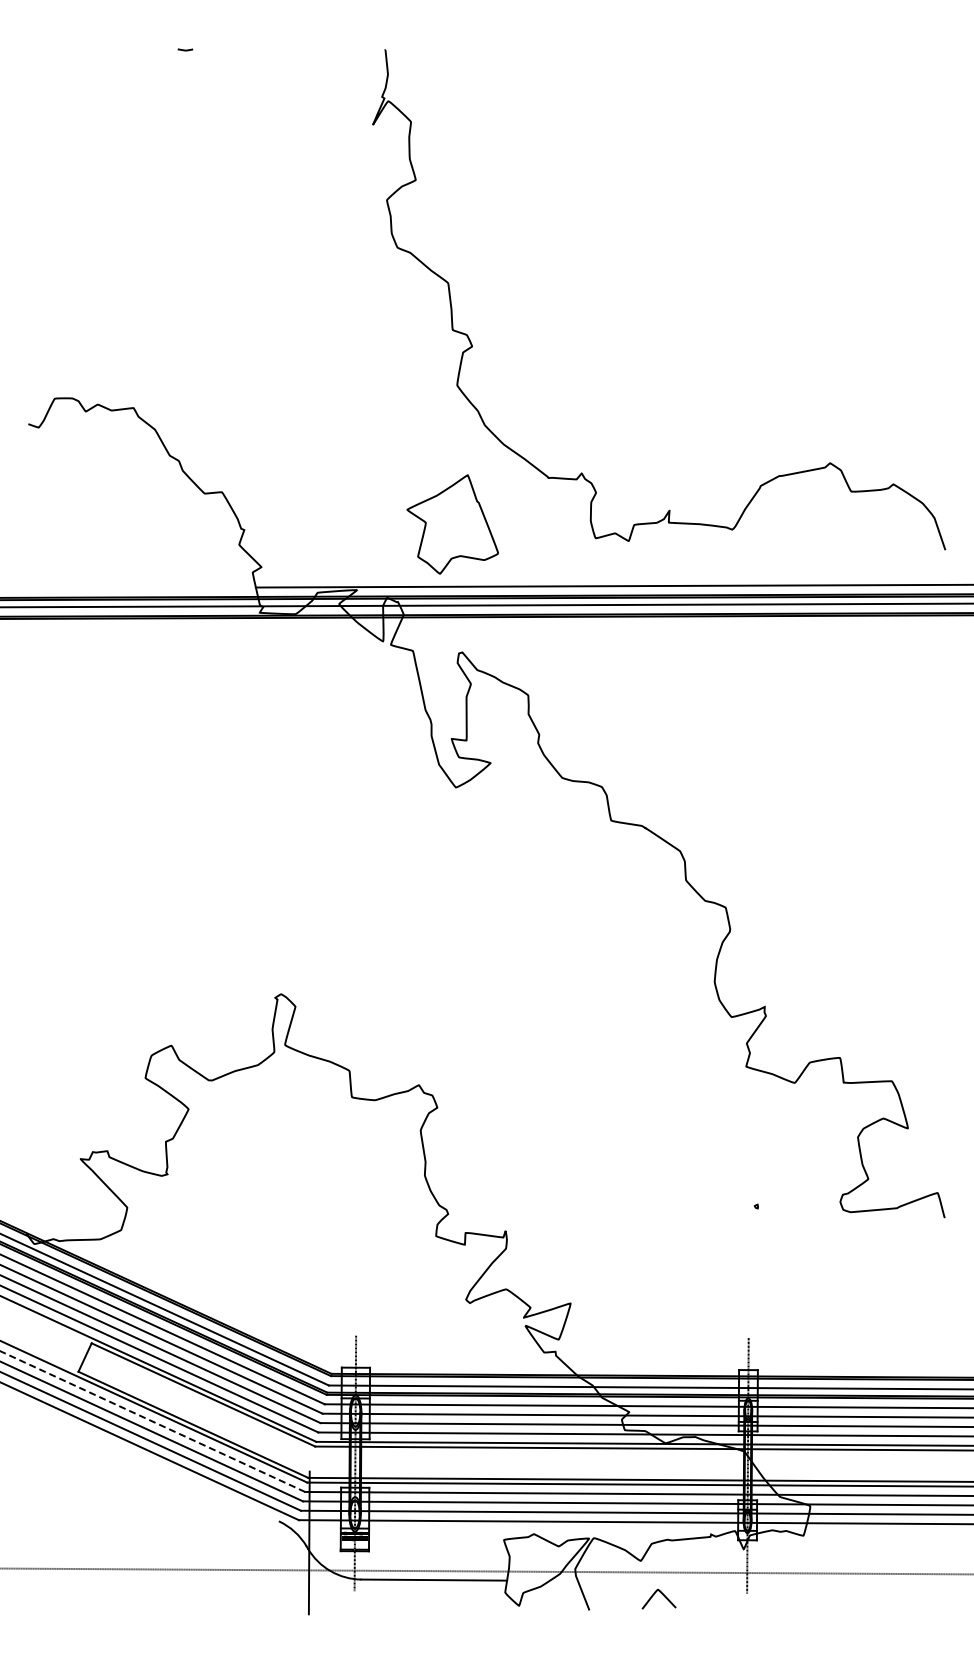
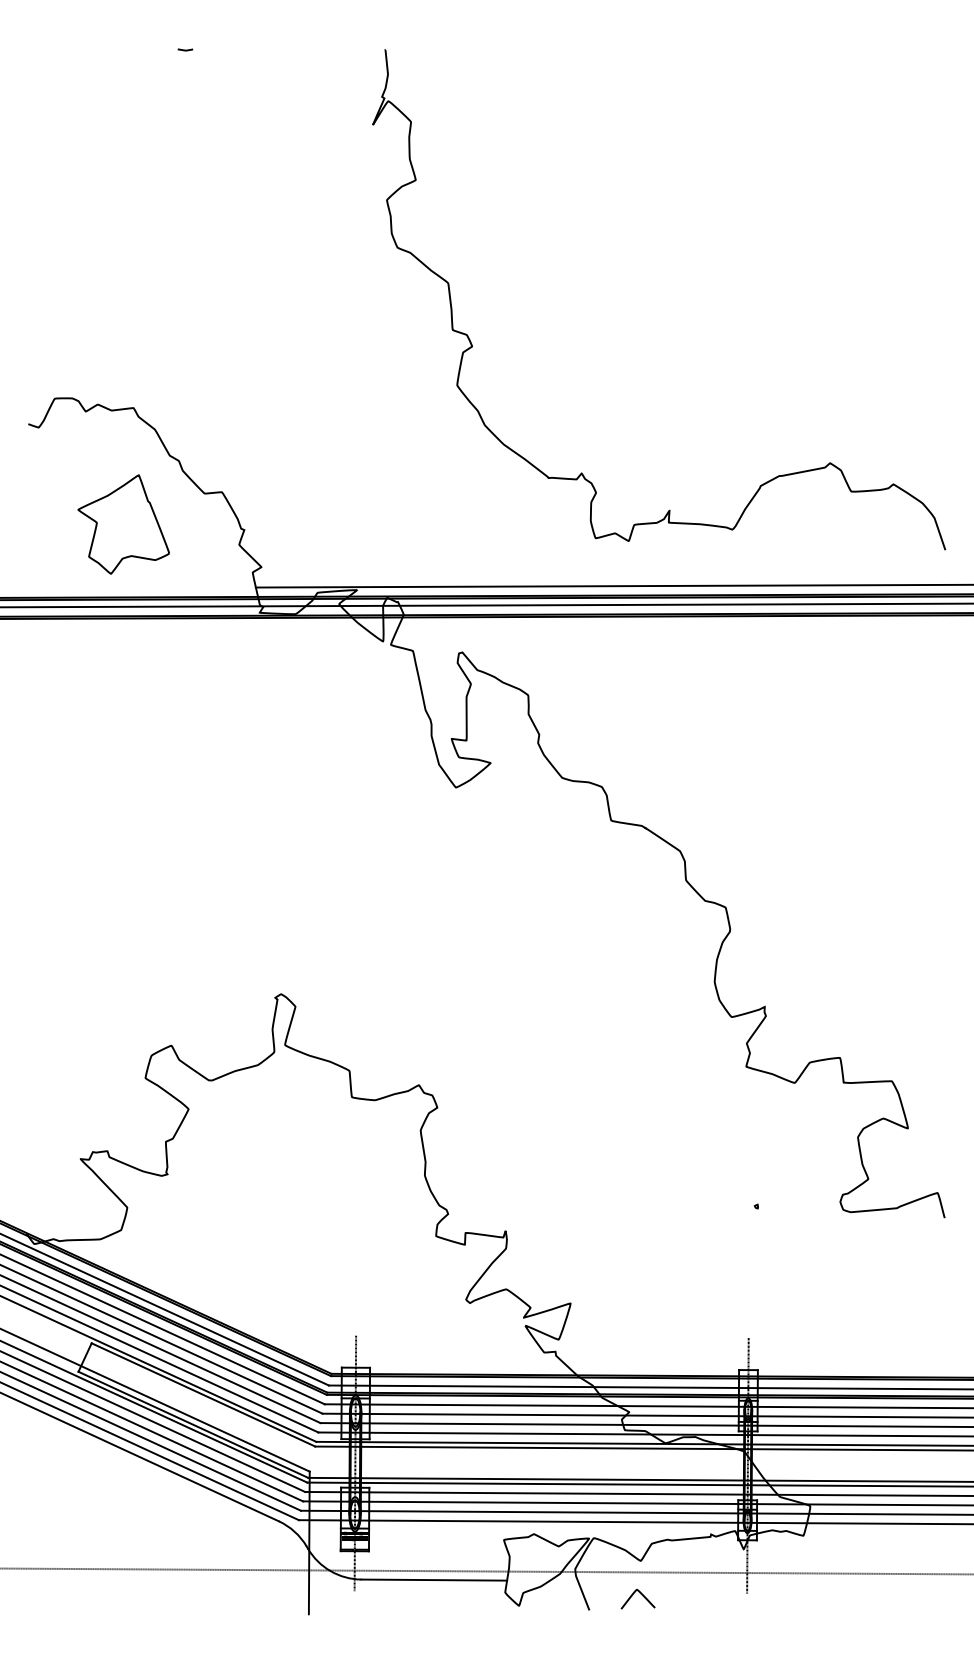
part at (452, 524) position: (452, 524) -> (123, 524)
line at (155, 1400): none -> present
line at (152, 1421): dashed -> solid
line at (140, 1457): none -> present
curve at (662, 1595) position: (662, 1595) -> (641, 1595)
